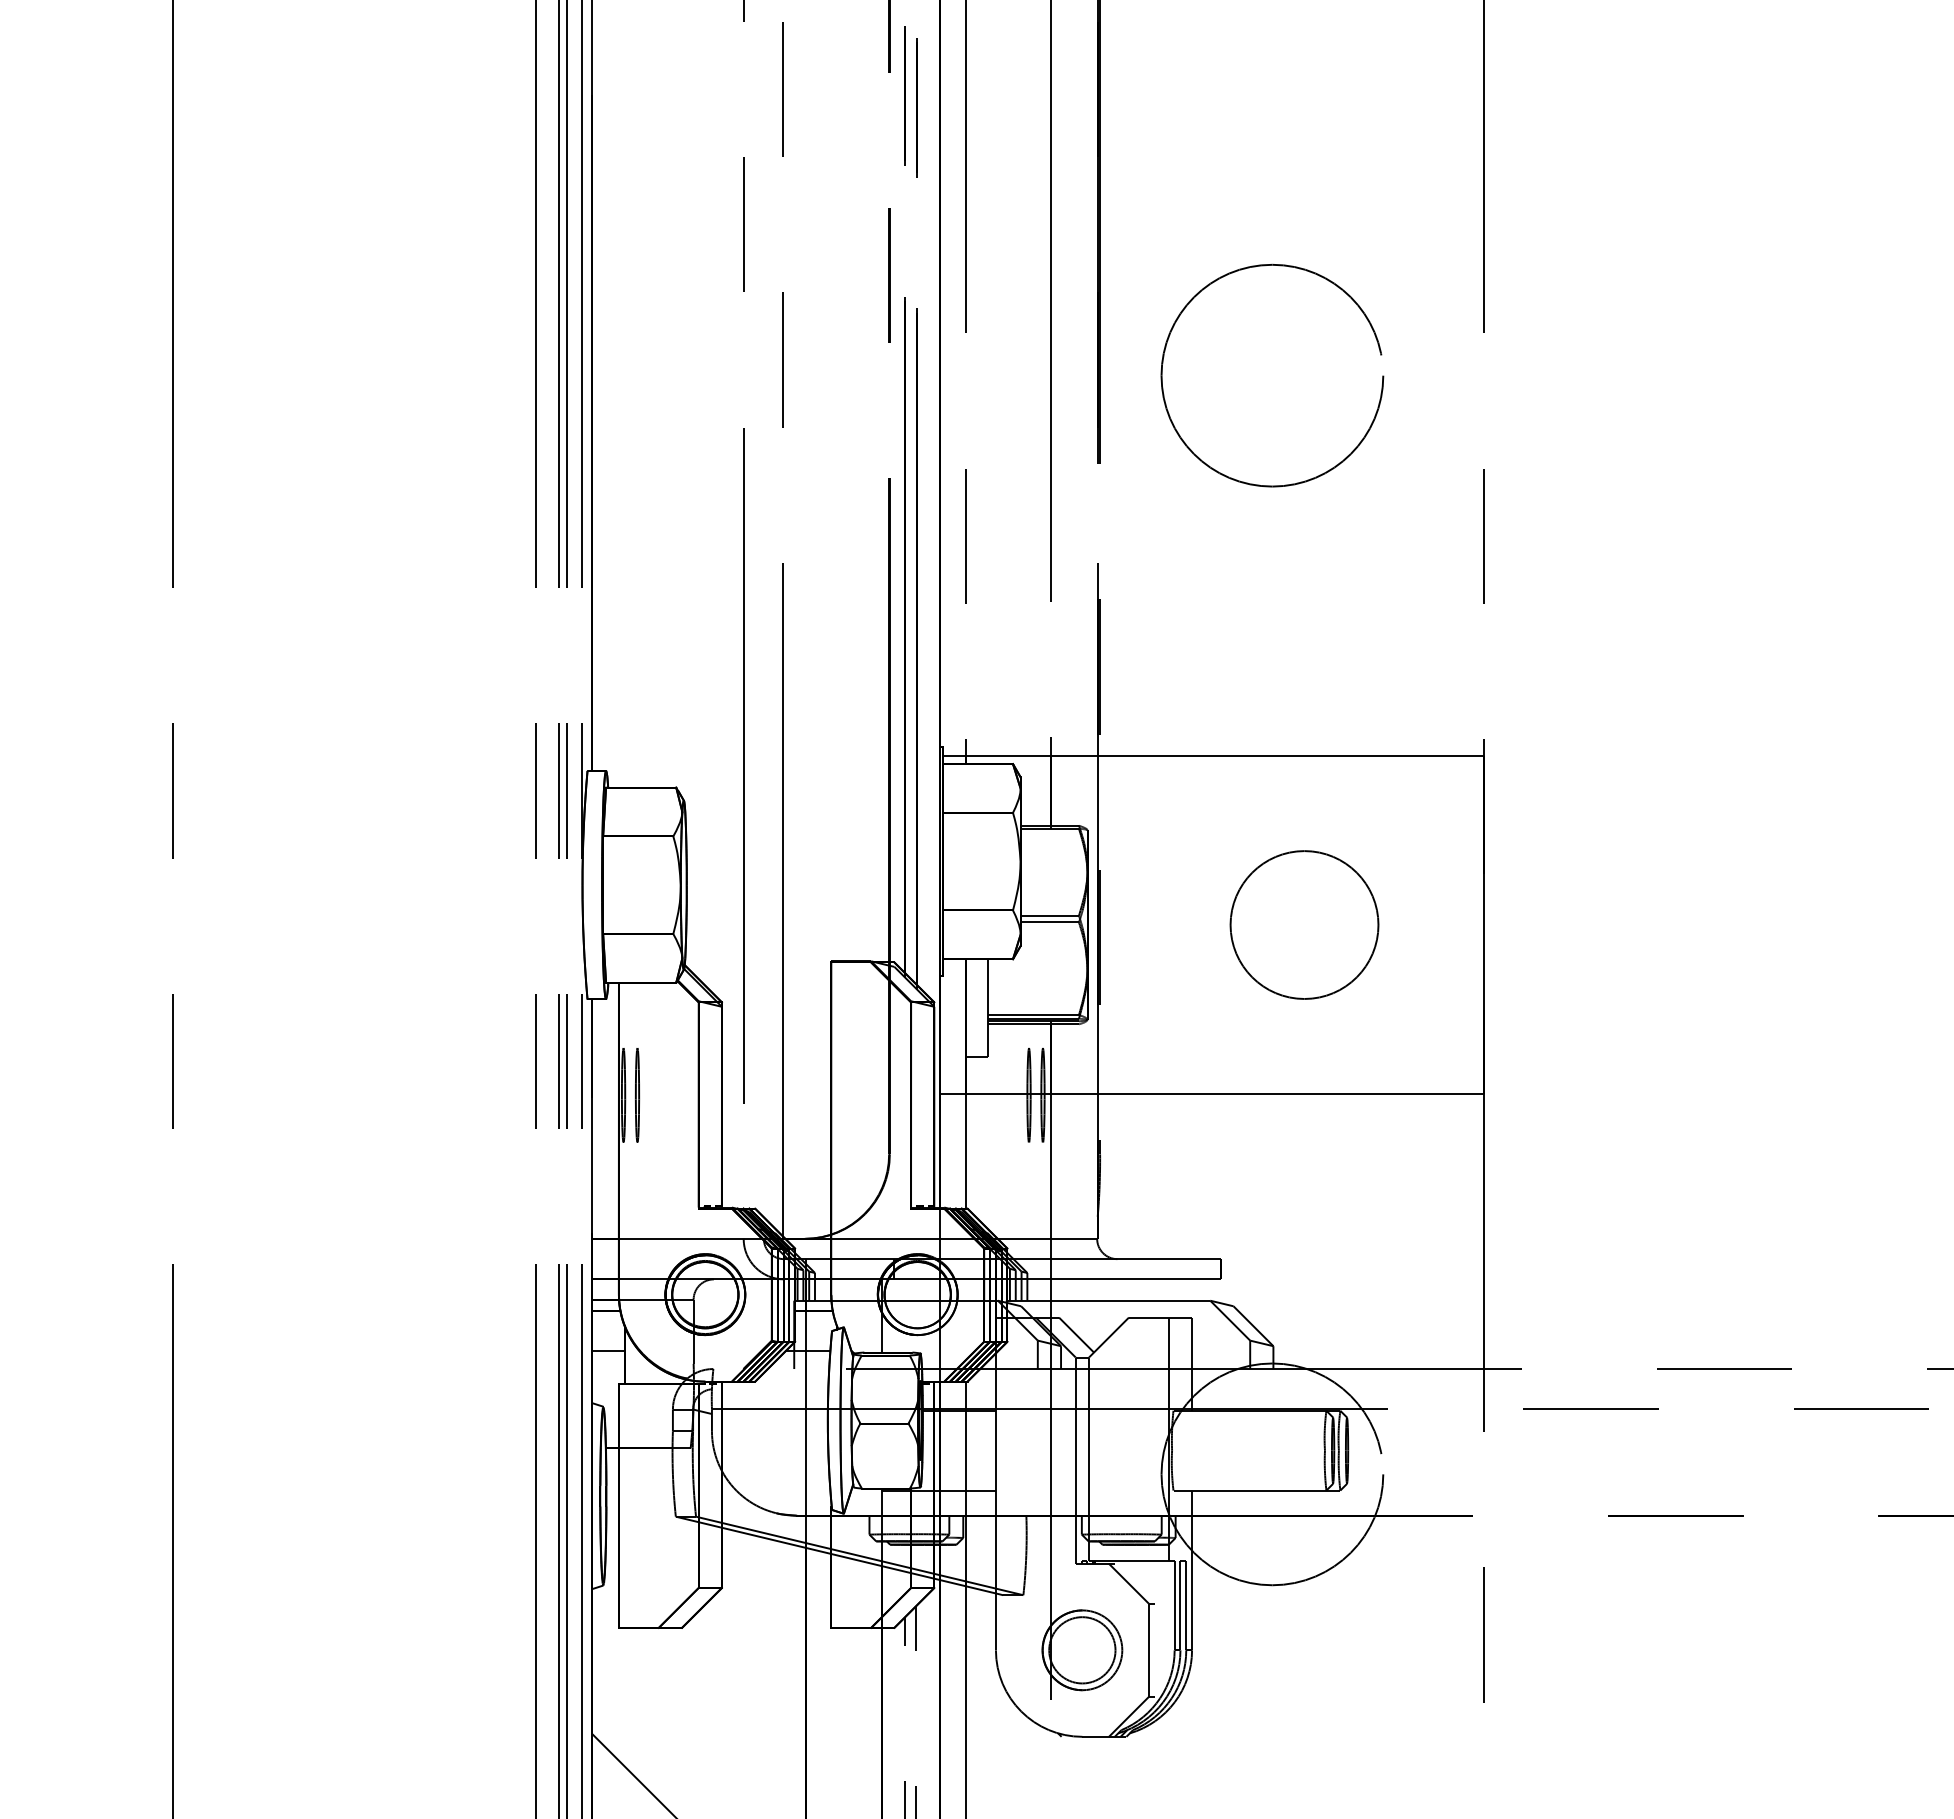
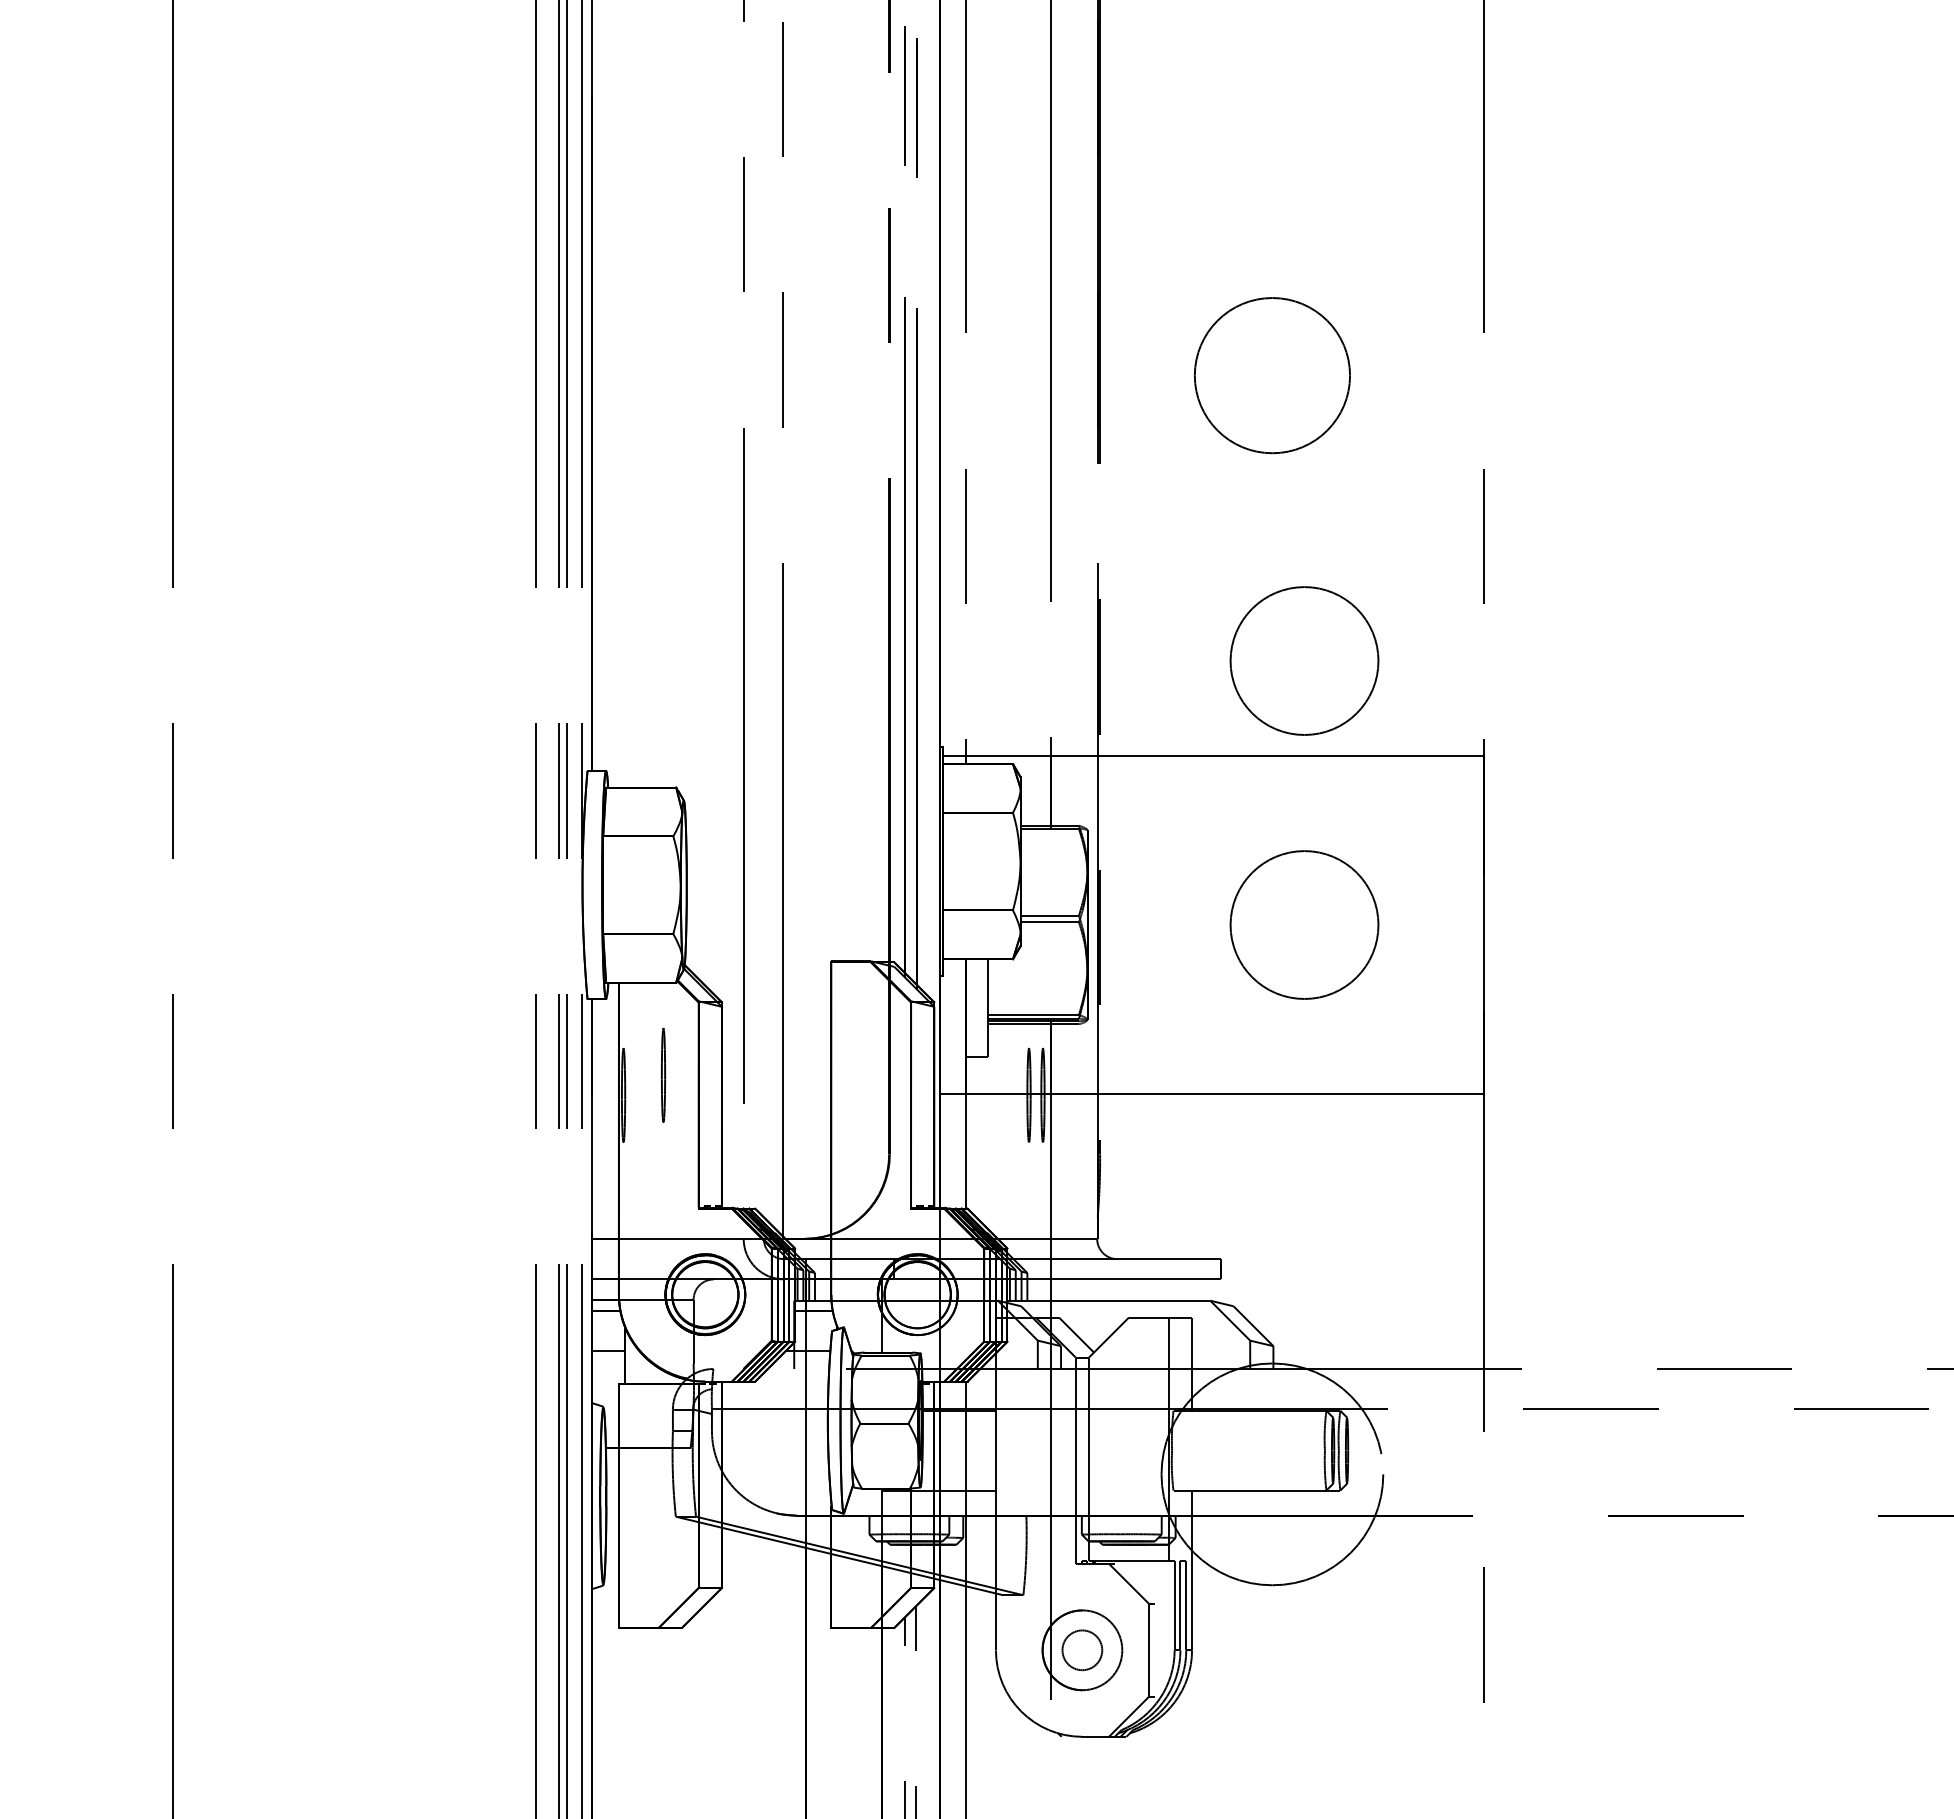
circle at (1272, 375) size: 225x225 px -> 157x158 px
circle at (1304, 660): none -> present
line at (636, 1095) position: (636, 1095) -> (662, 1075)
circle at (1082, 1650) diameter: 66 px -> 40 px
line at (633, 1774): present -> none
